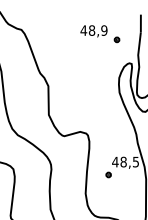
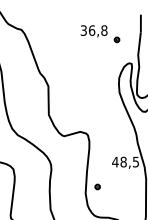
text at (93, 30): 48,9 -> 36,8
part at (108, 174) position: (108, 174) -> (97, 186)
